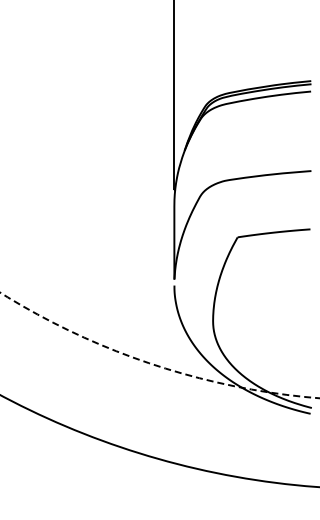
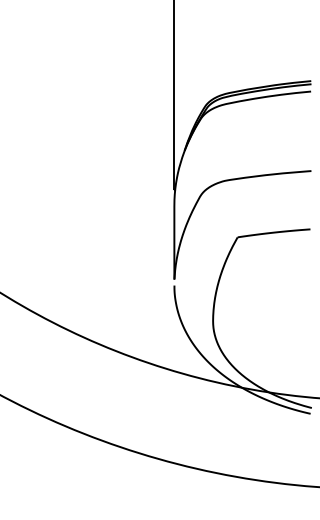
circle at (159, 345): dashed -> solid
